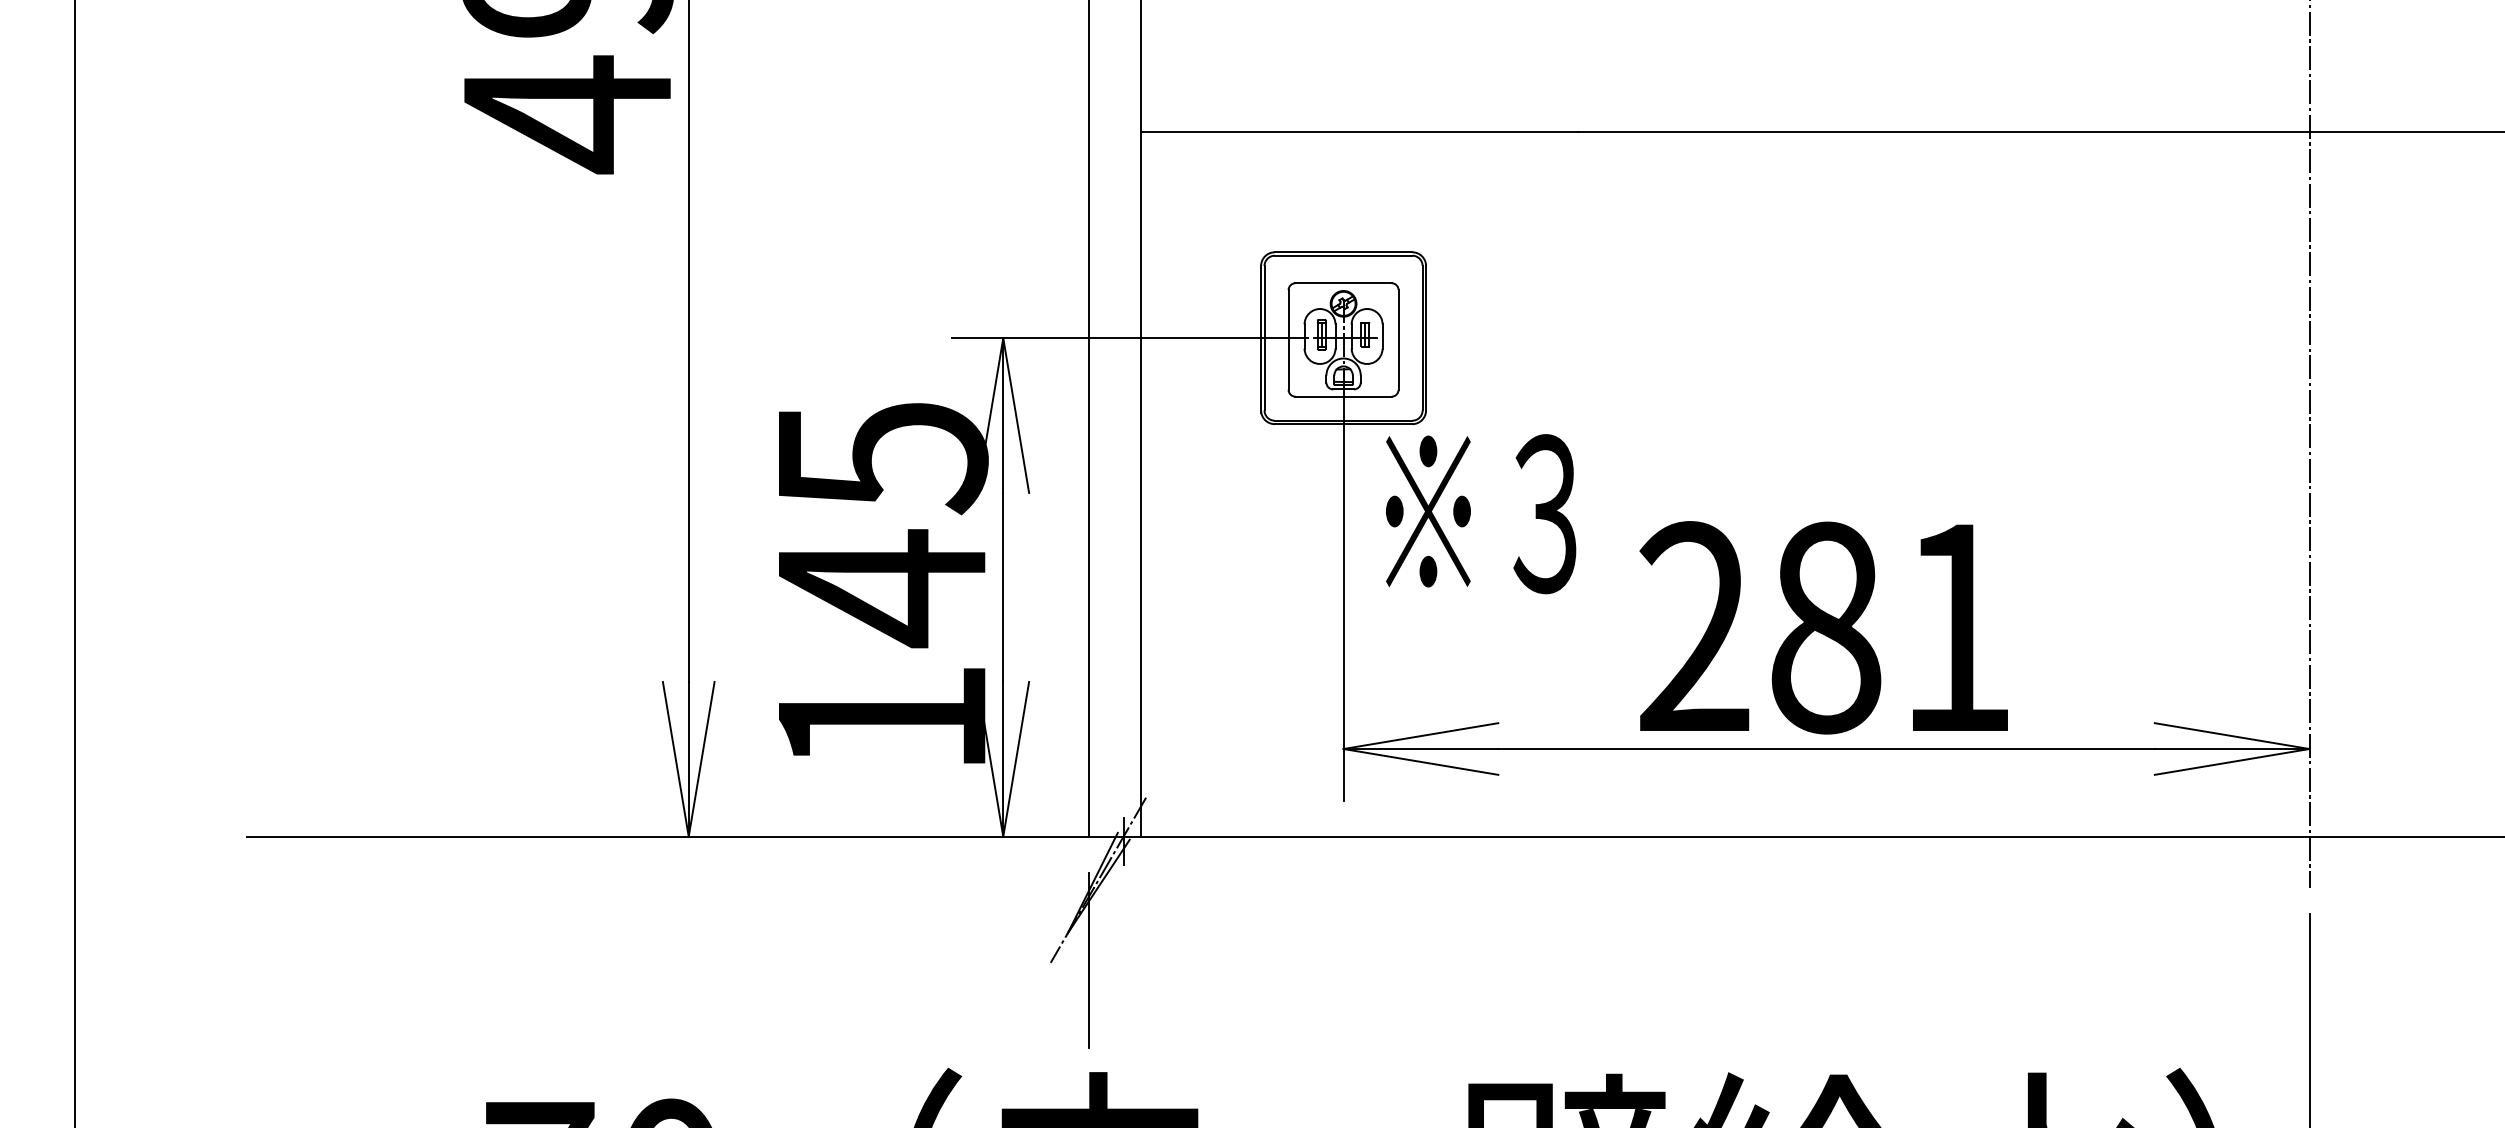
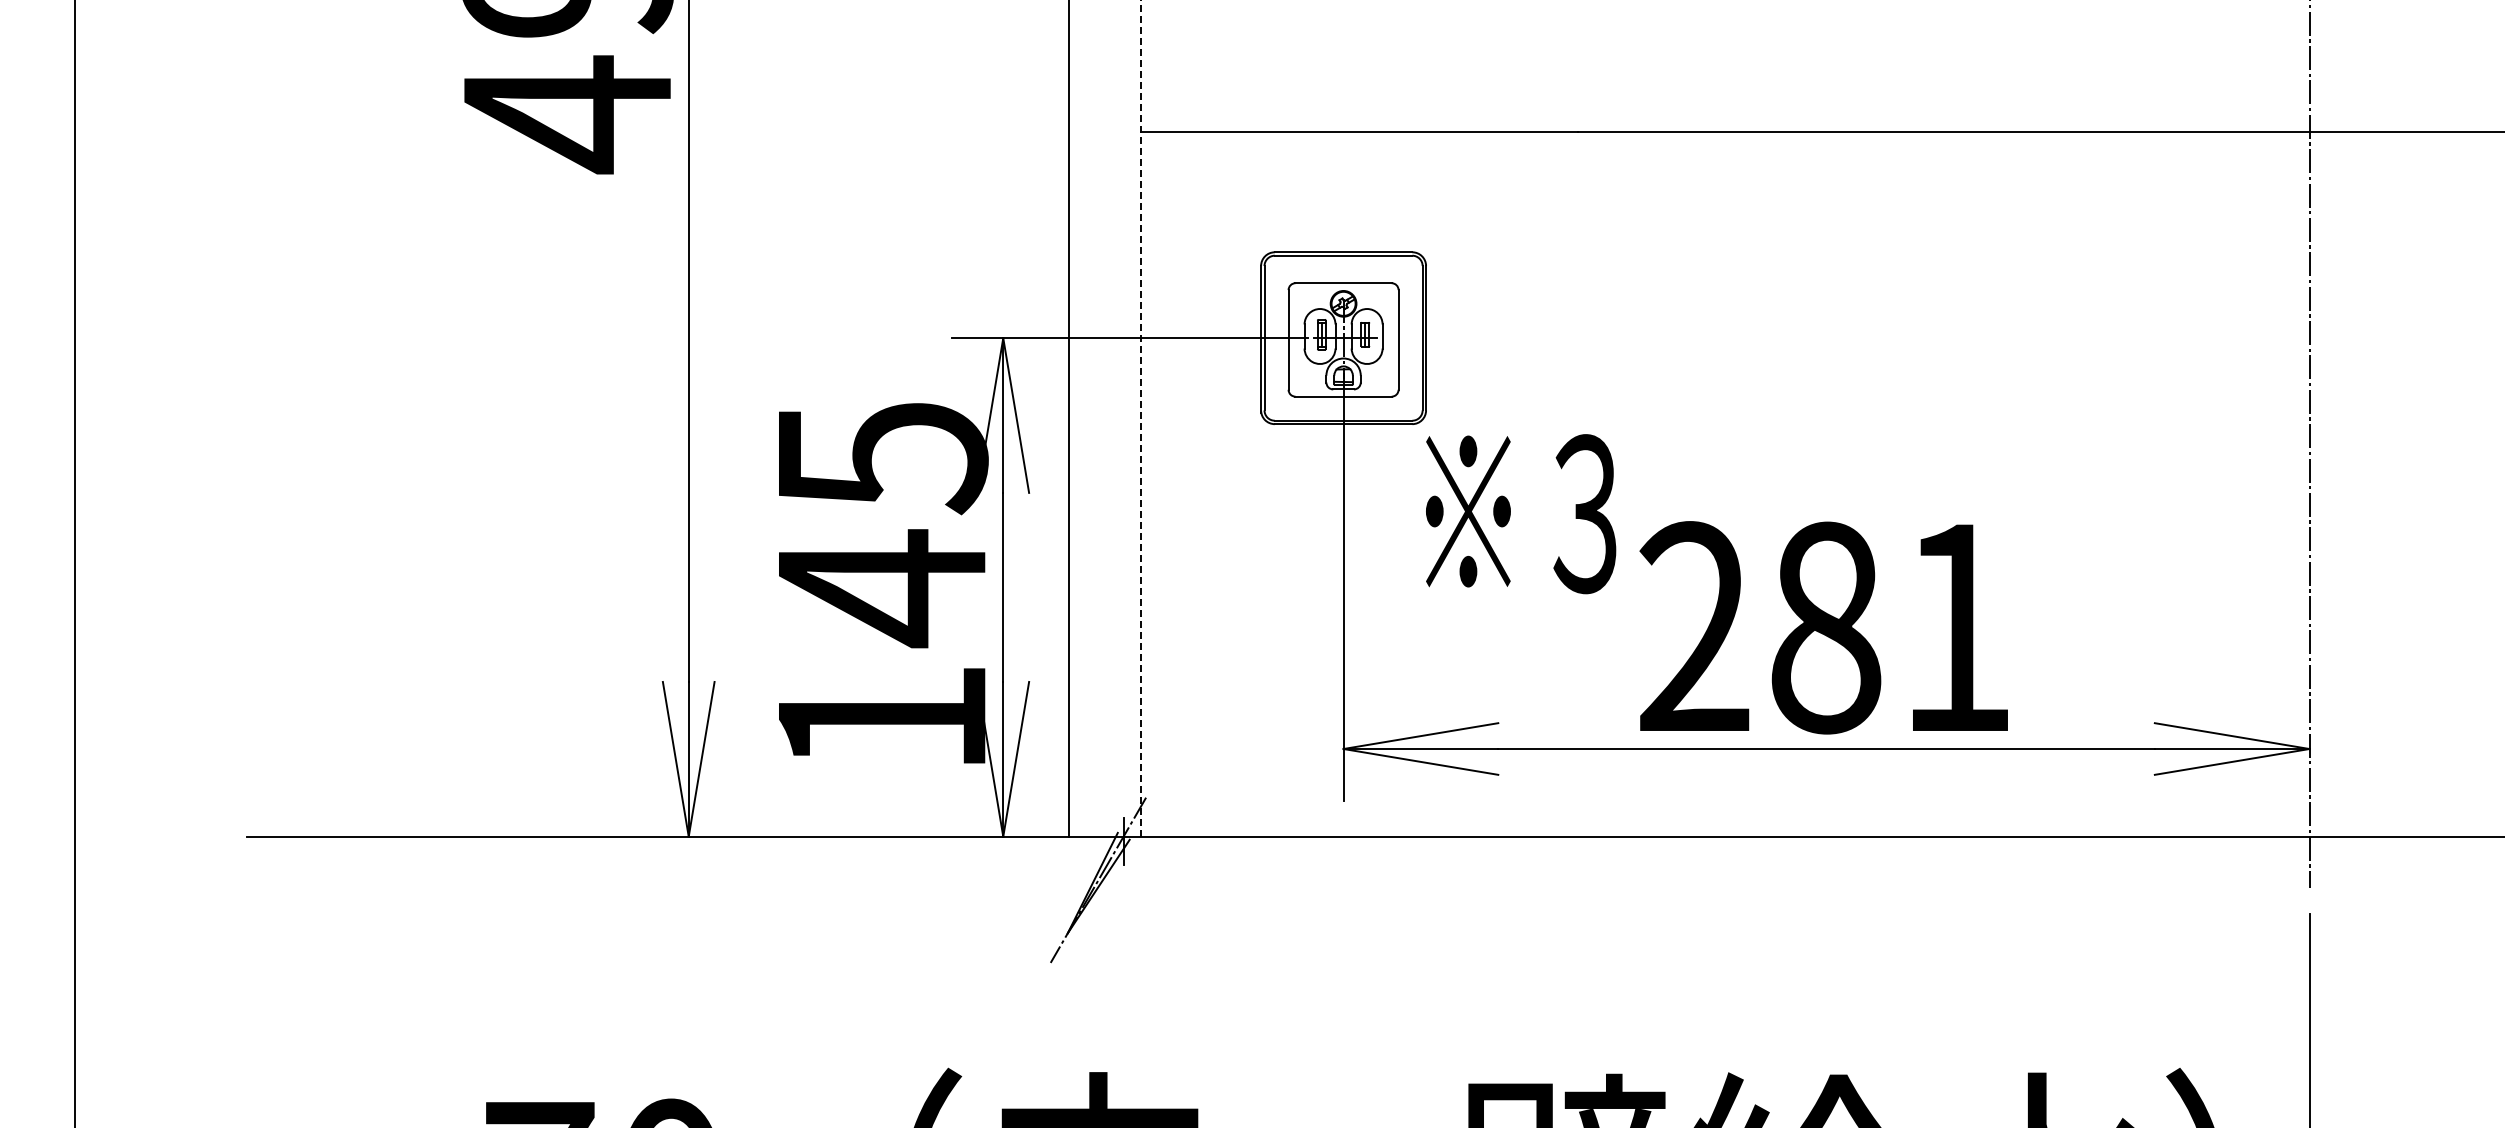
line at (1140, 418): solid -> dashed
line at (1089, 419) position: (1089, 419) -> (1069, 419)
text at (1481, 514) position: (1481, 514) -> (1521, 514)
line at (1089, 960): present -> none
